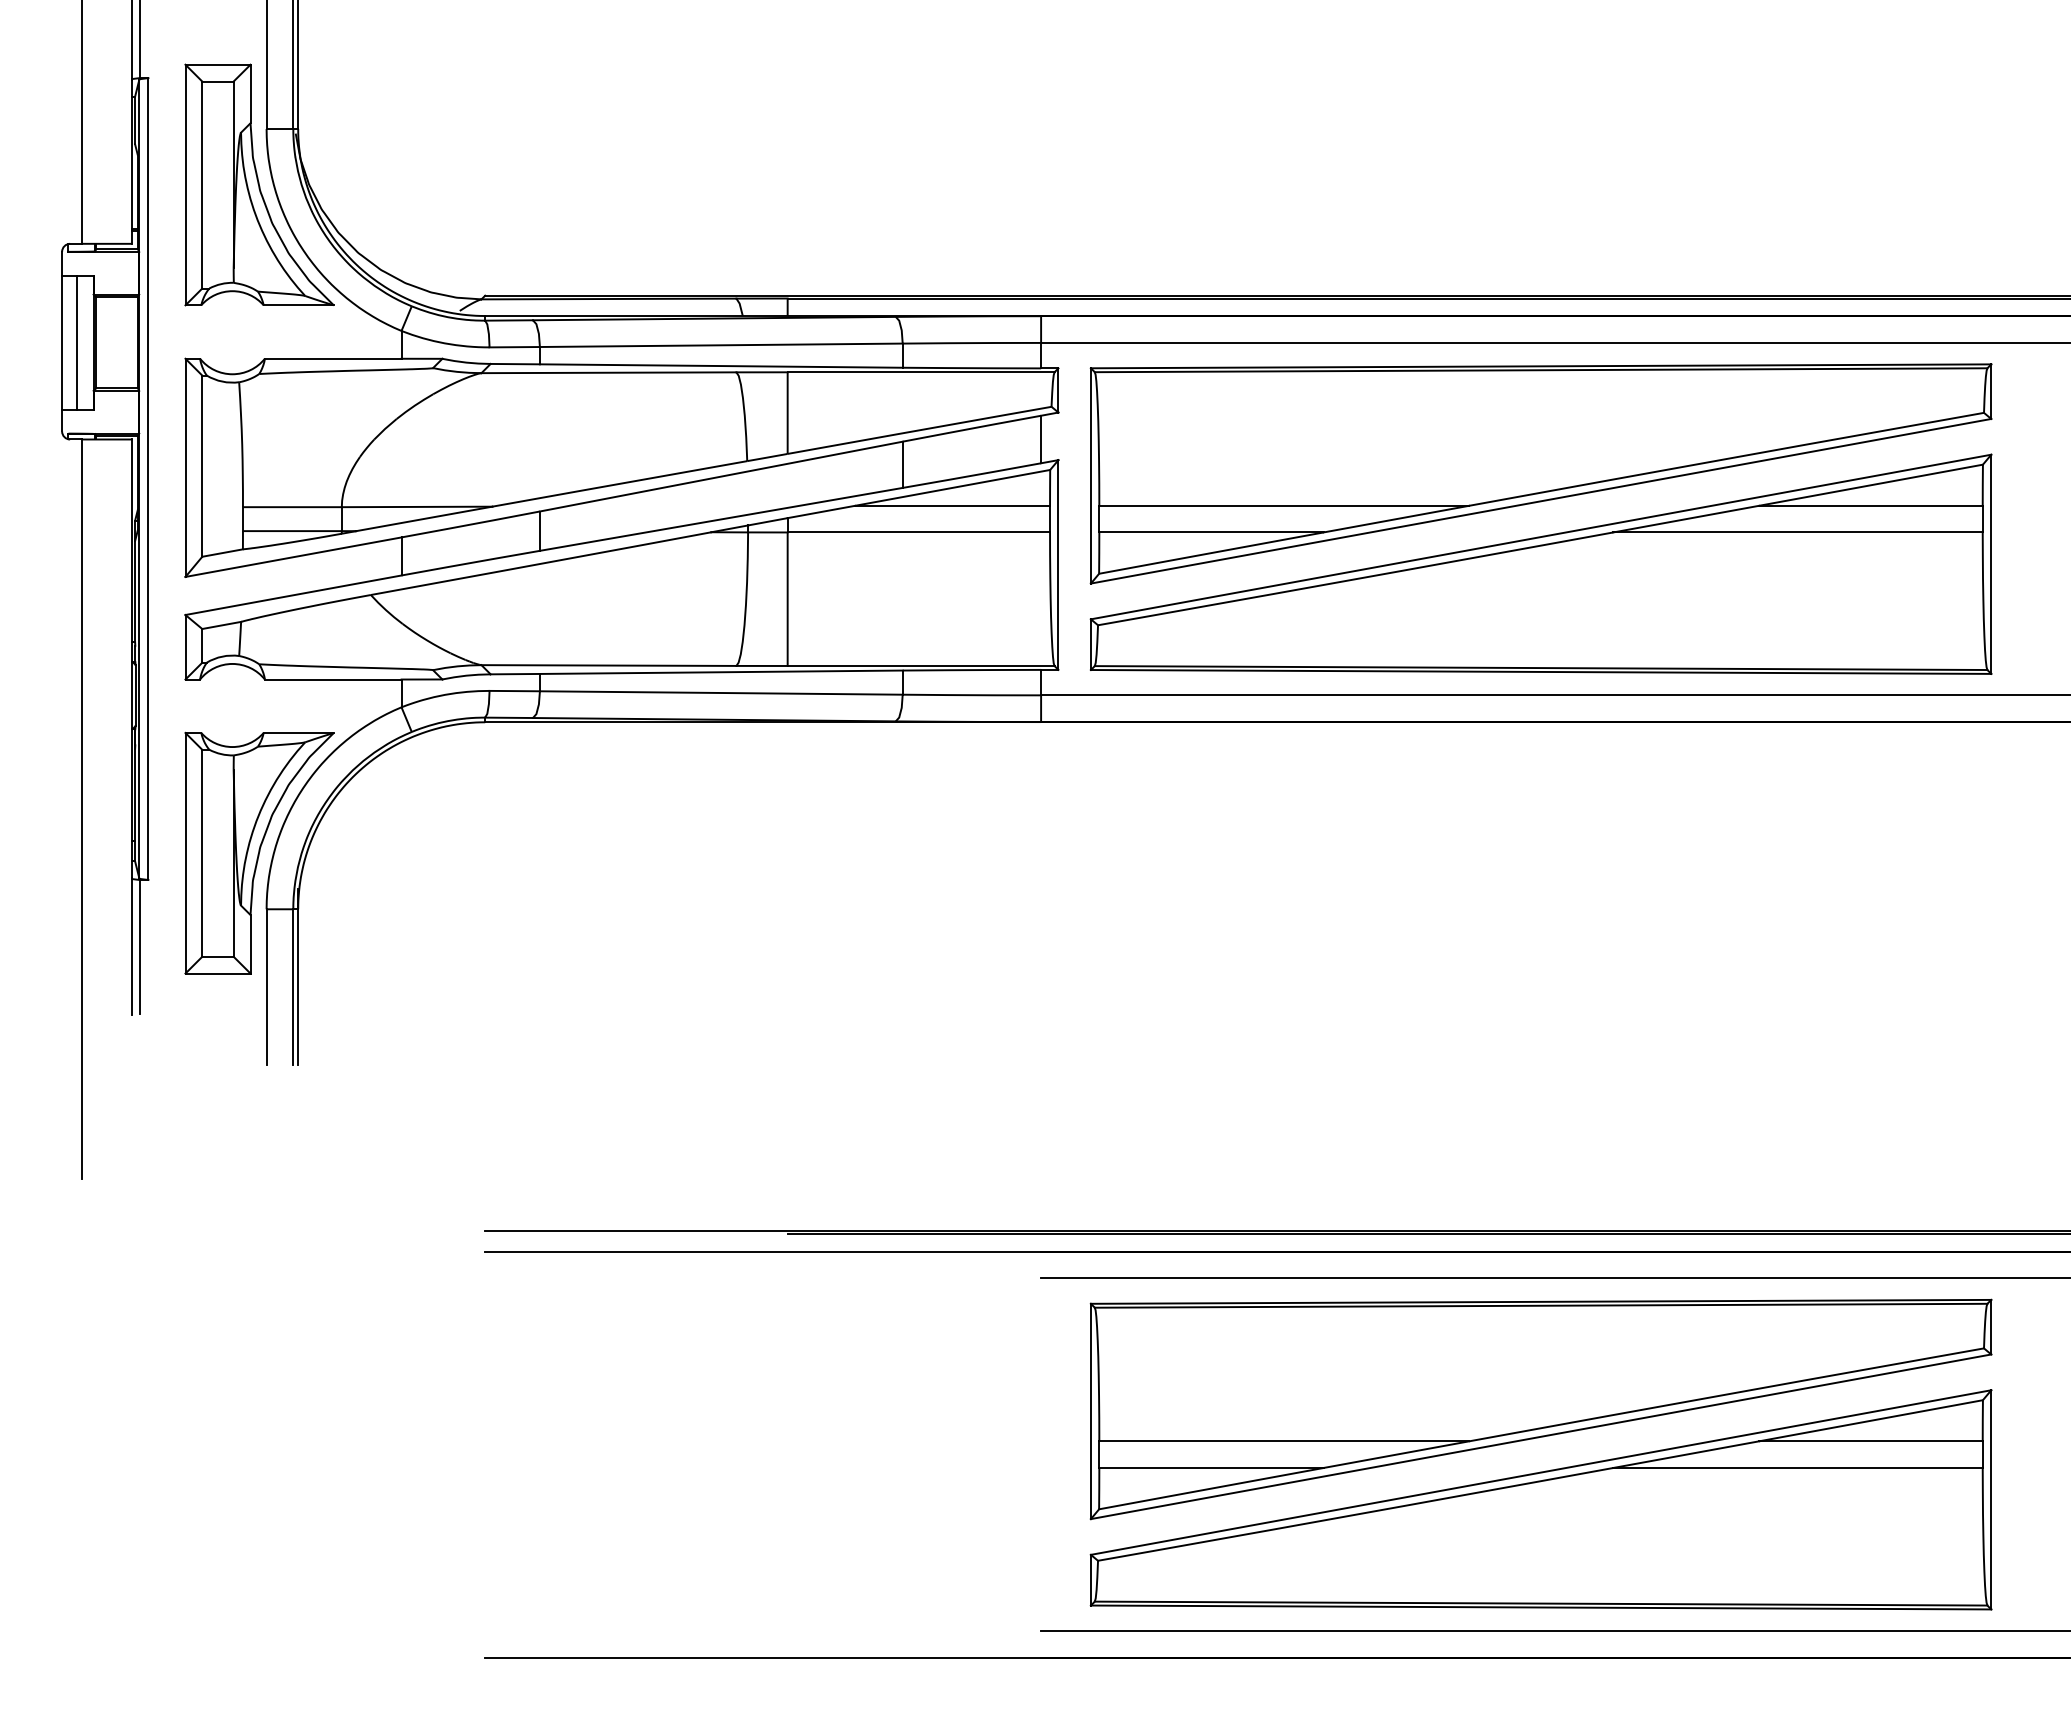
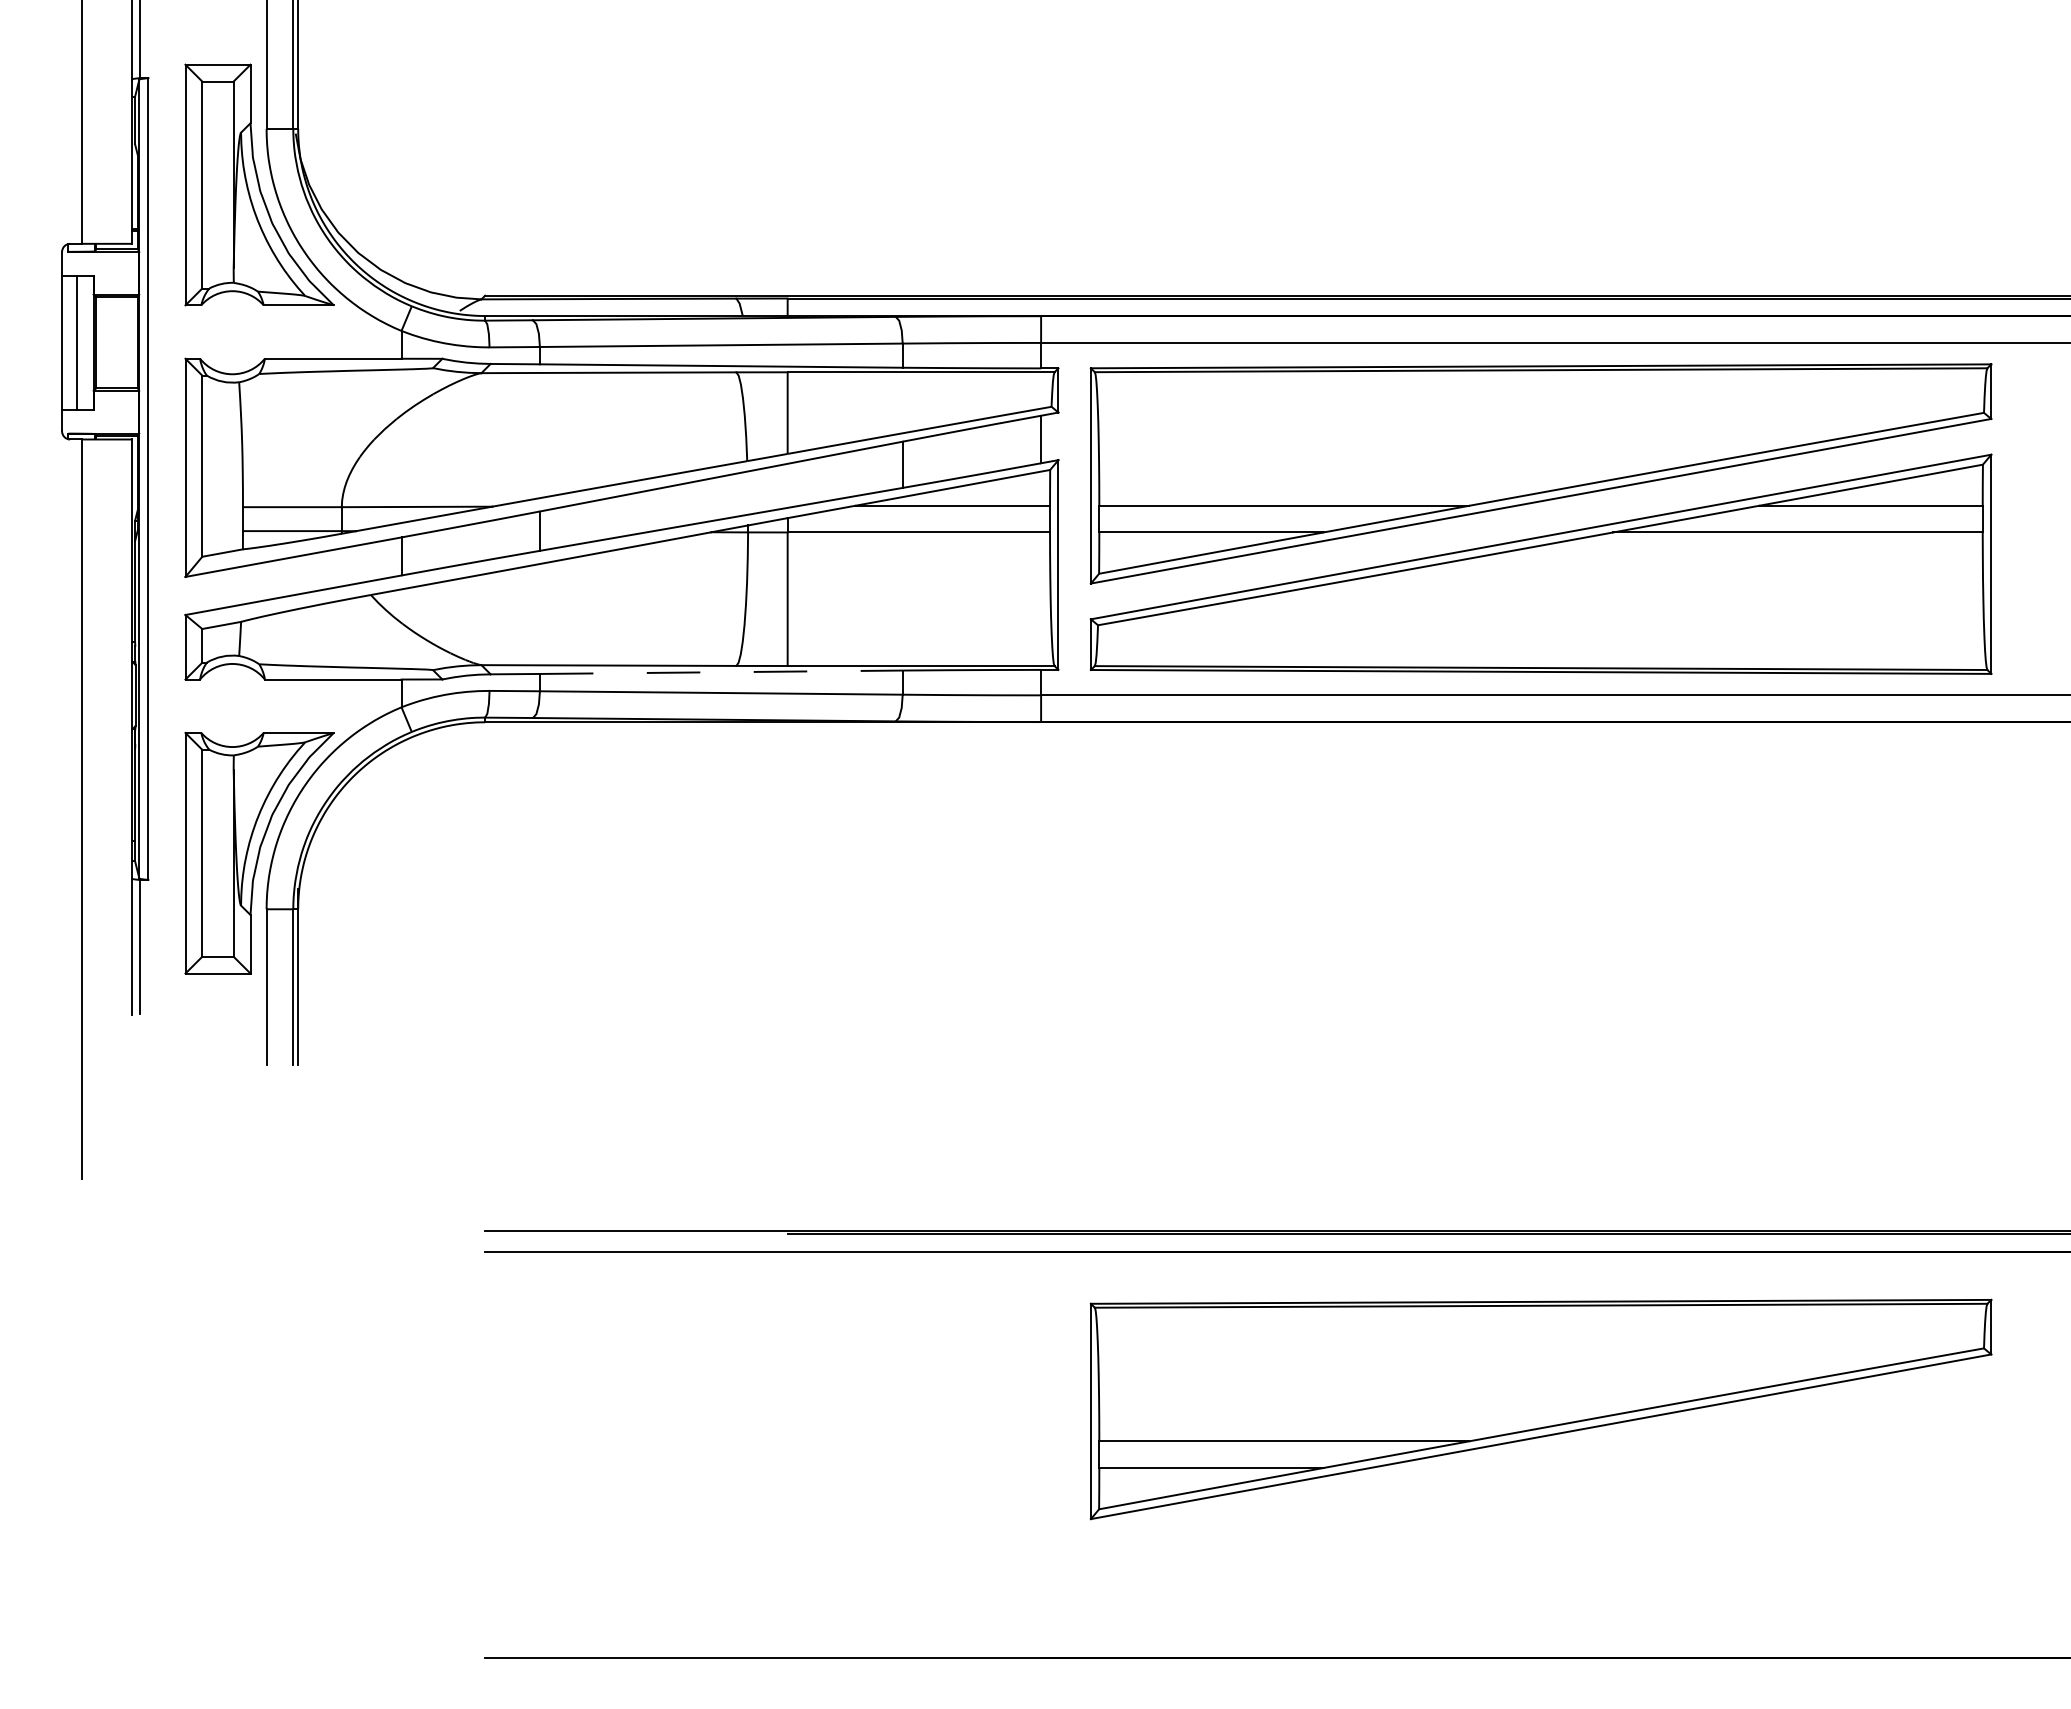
line at (721, 672): solid -> dashed
line at (1554, 1278): present -> none
part at (1540, 1499): present -> none
line at (1554, 1630): present -> none
